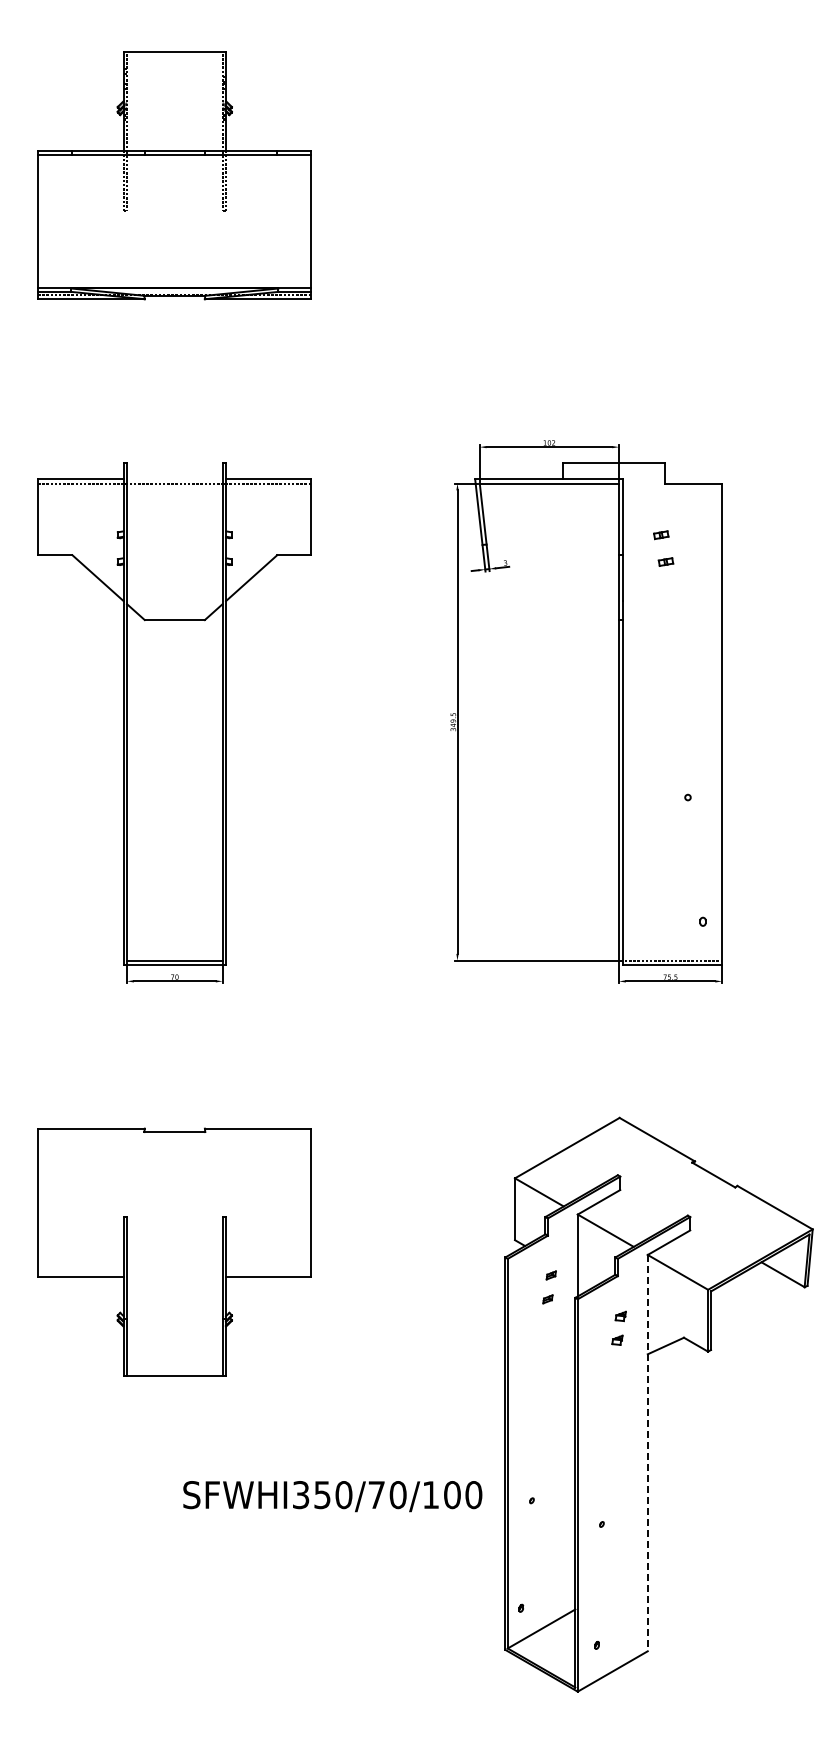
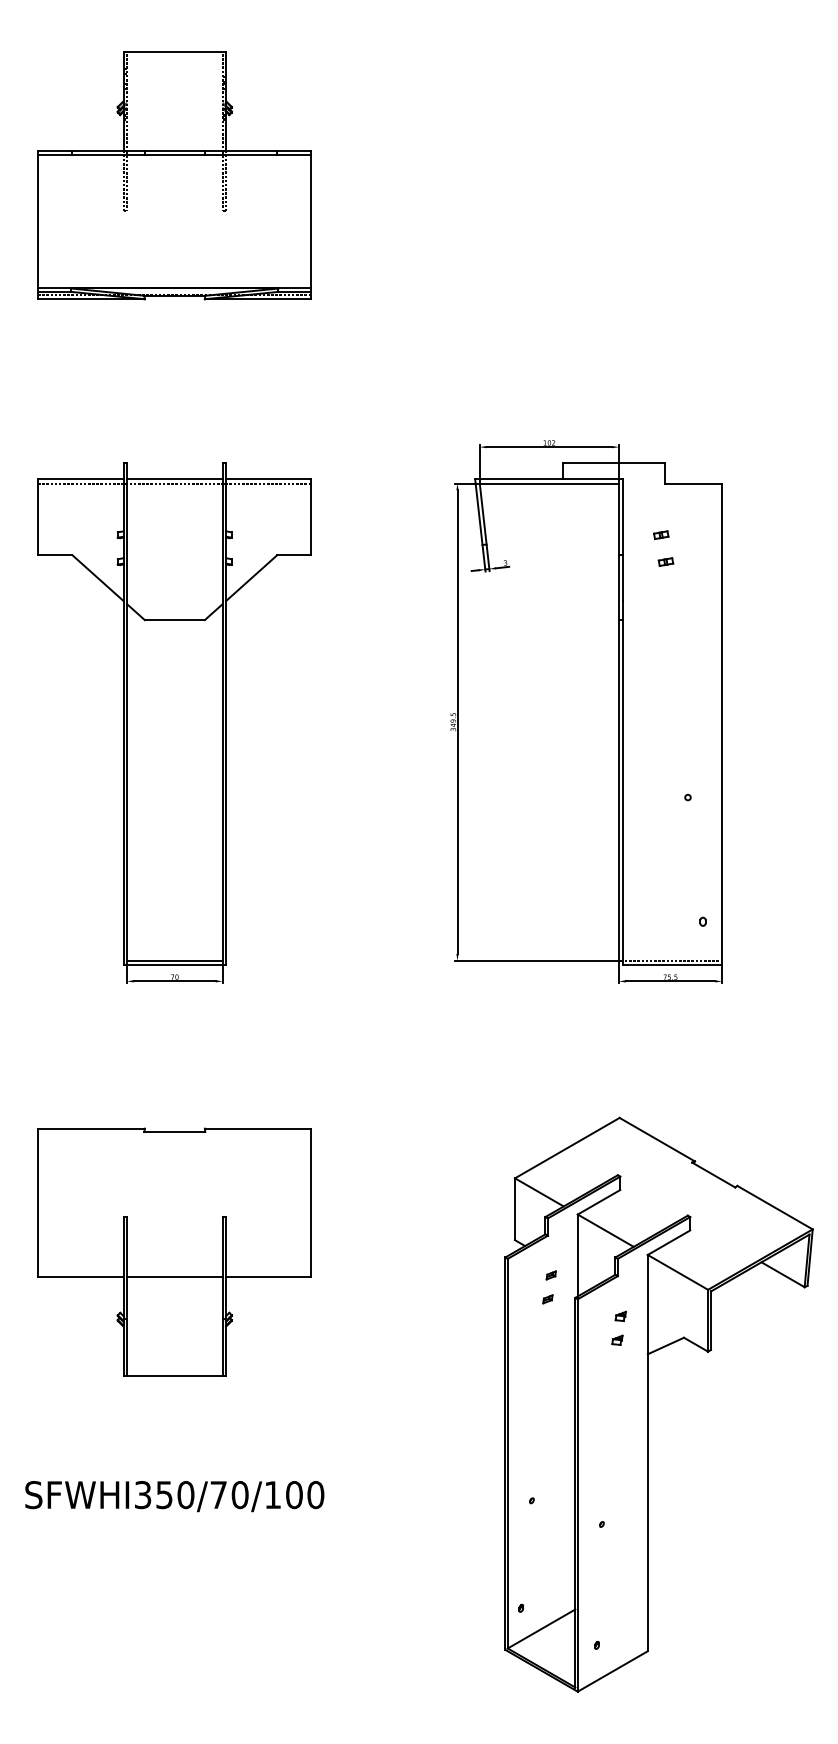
line at (174, 479): none -> present
line at (174, 1276): none -> present
line at (647, 1453): dashed -> solid
text at (332, 1496) position: (332, 1496) -> (174, 1496)
